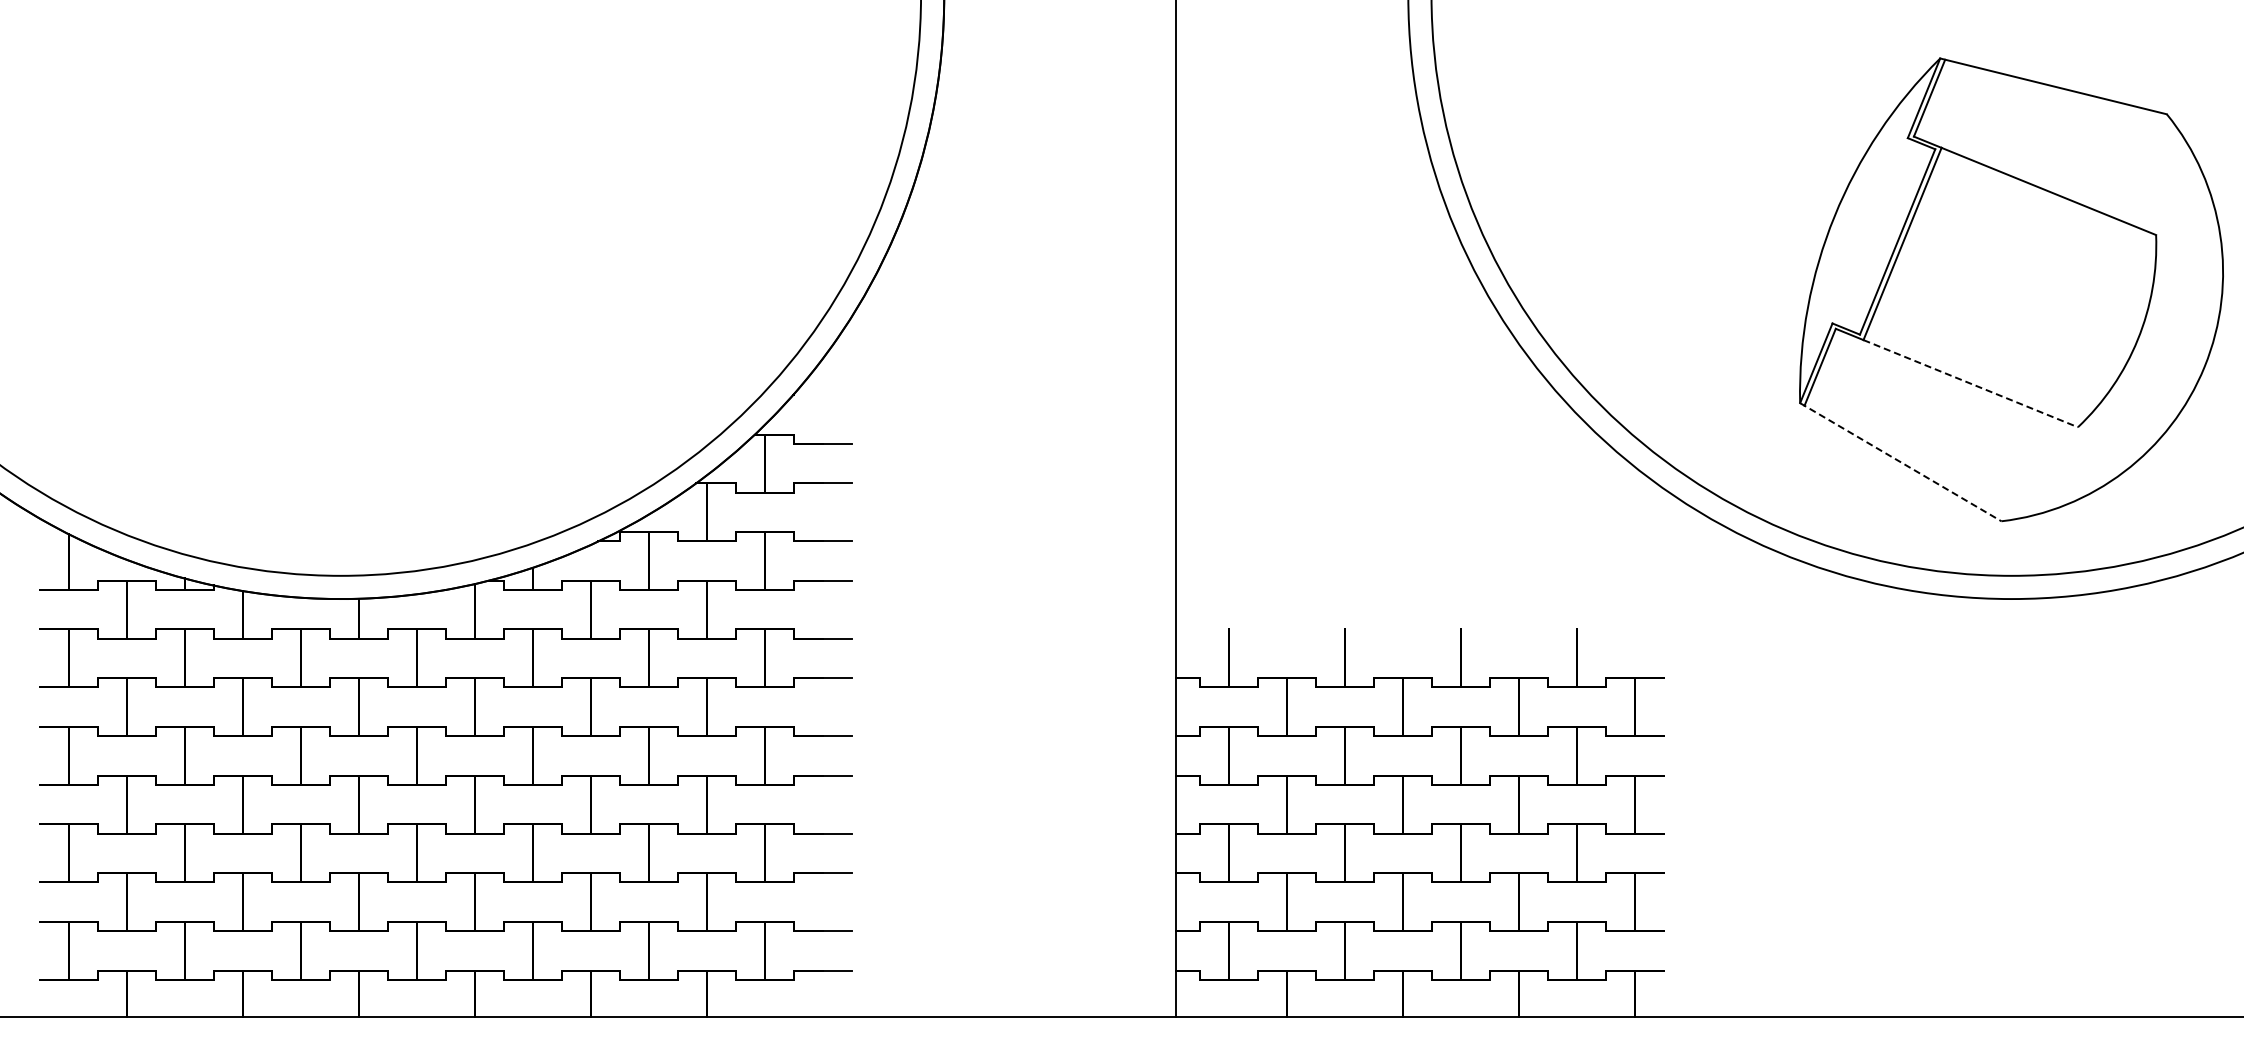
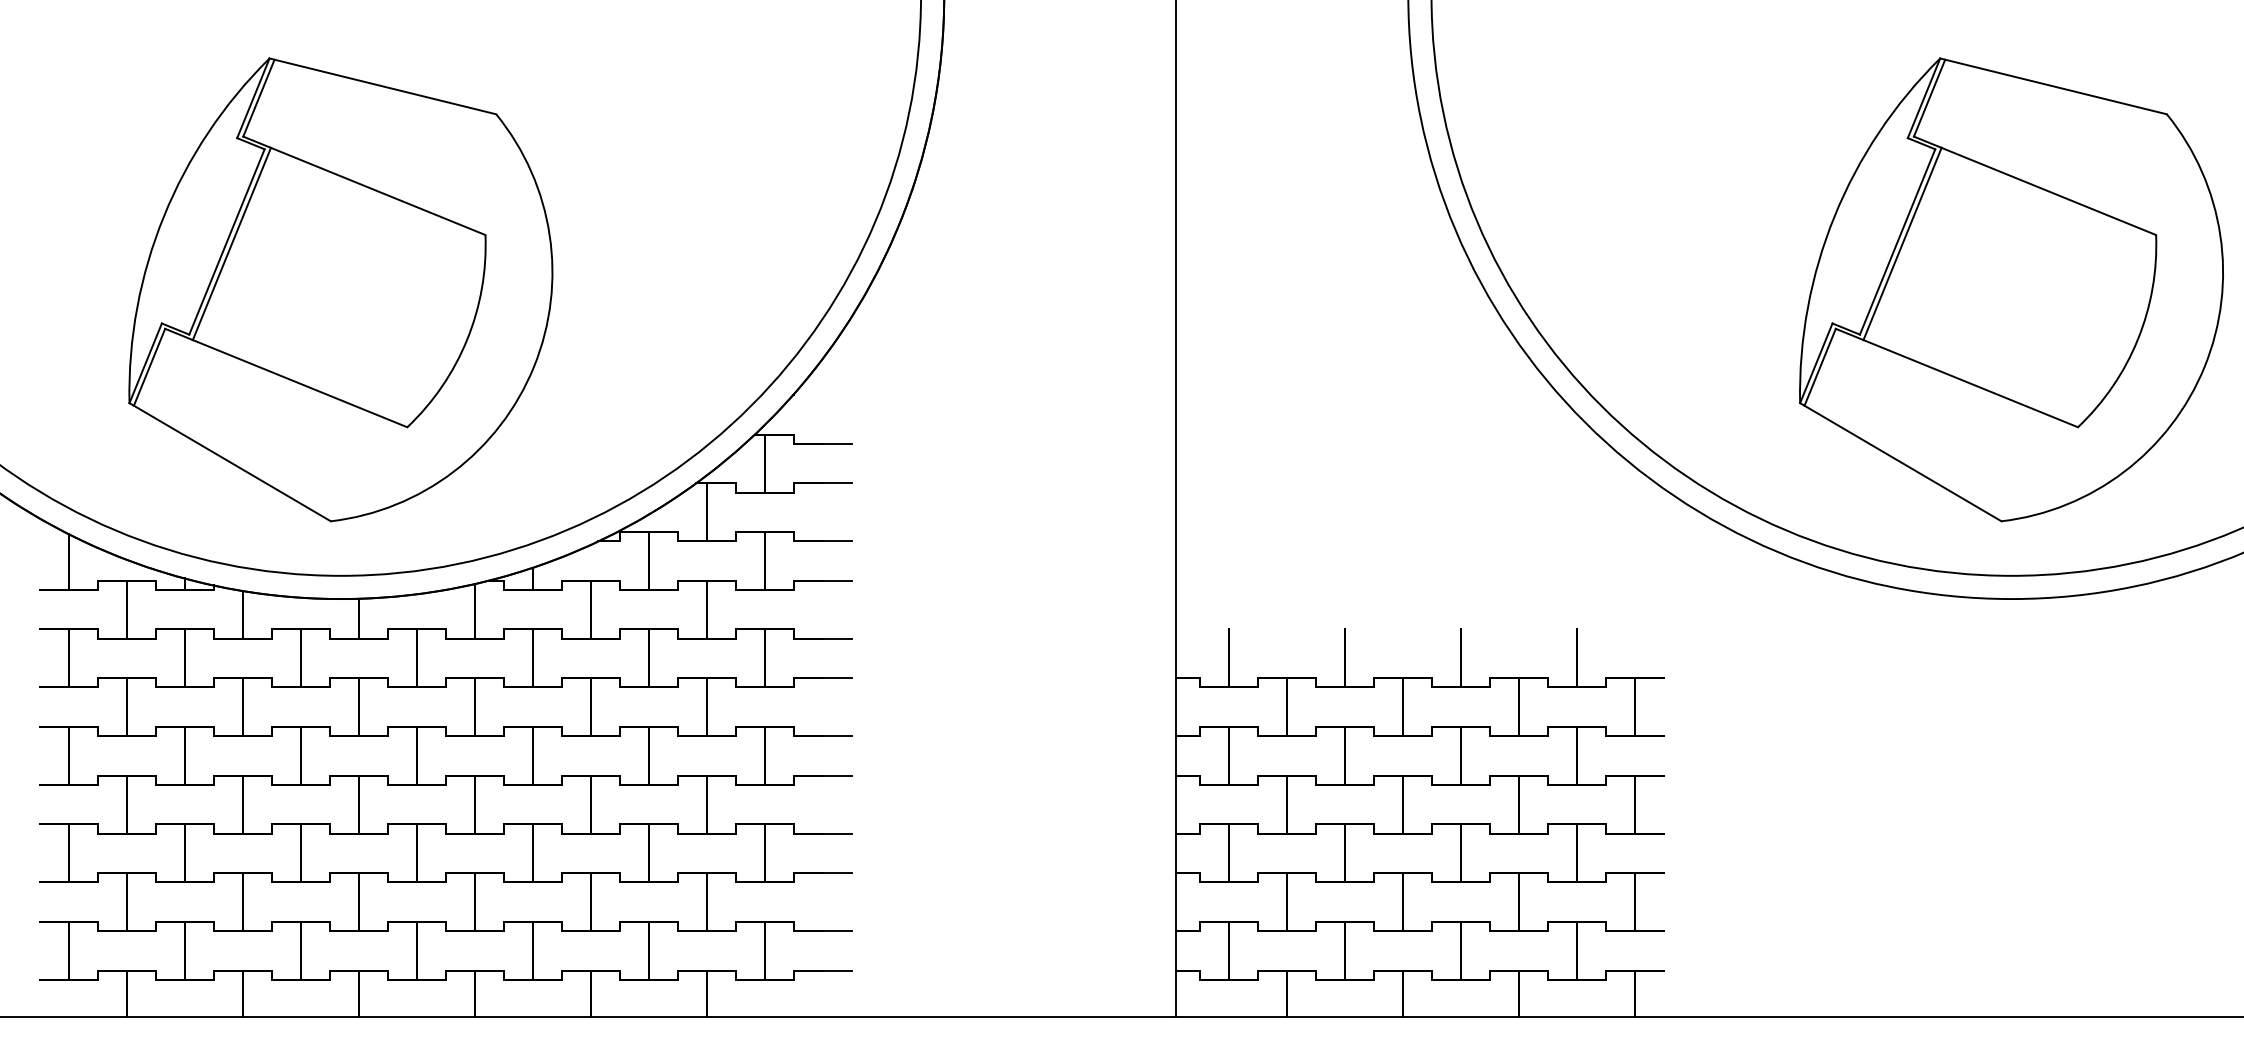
part at (340, 289): none -> present
line at (1970, 383): dashed -> solid
line at (1900, 462): dashed -> solid
